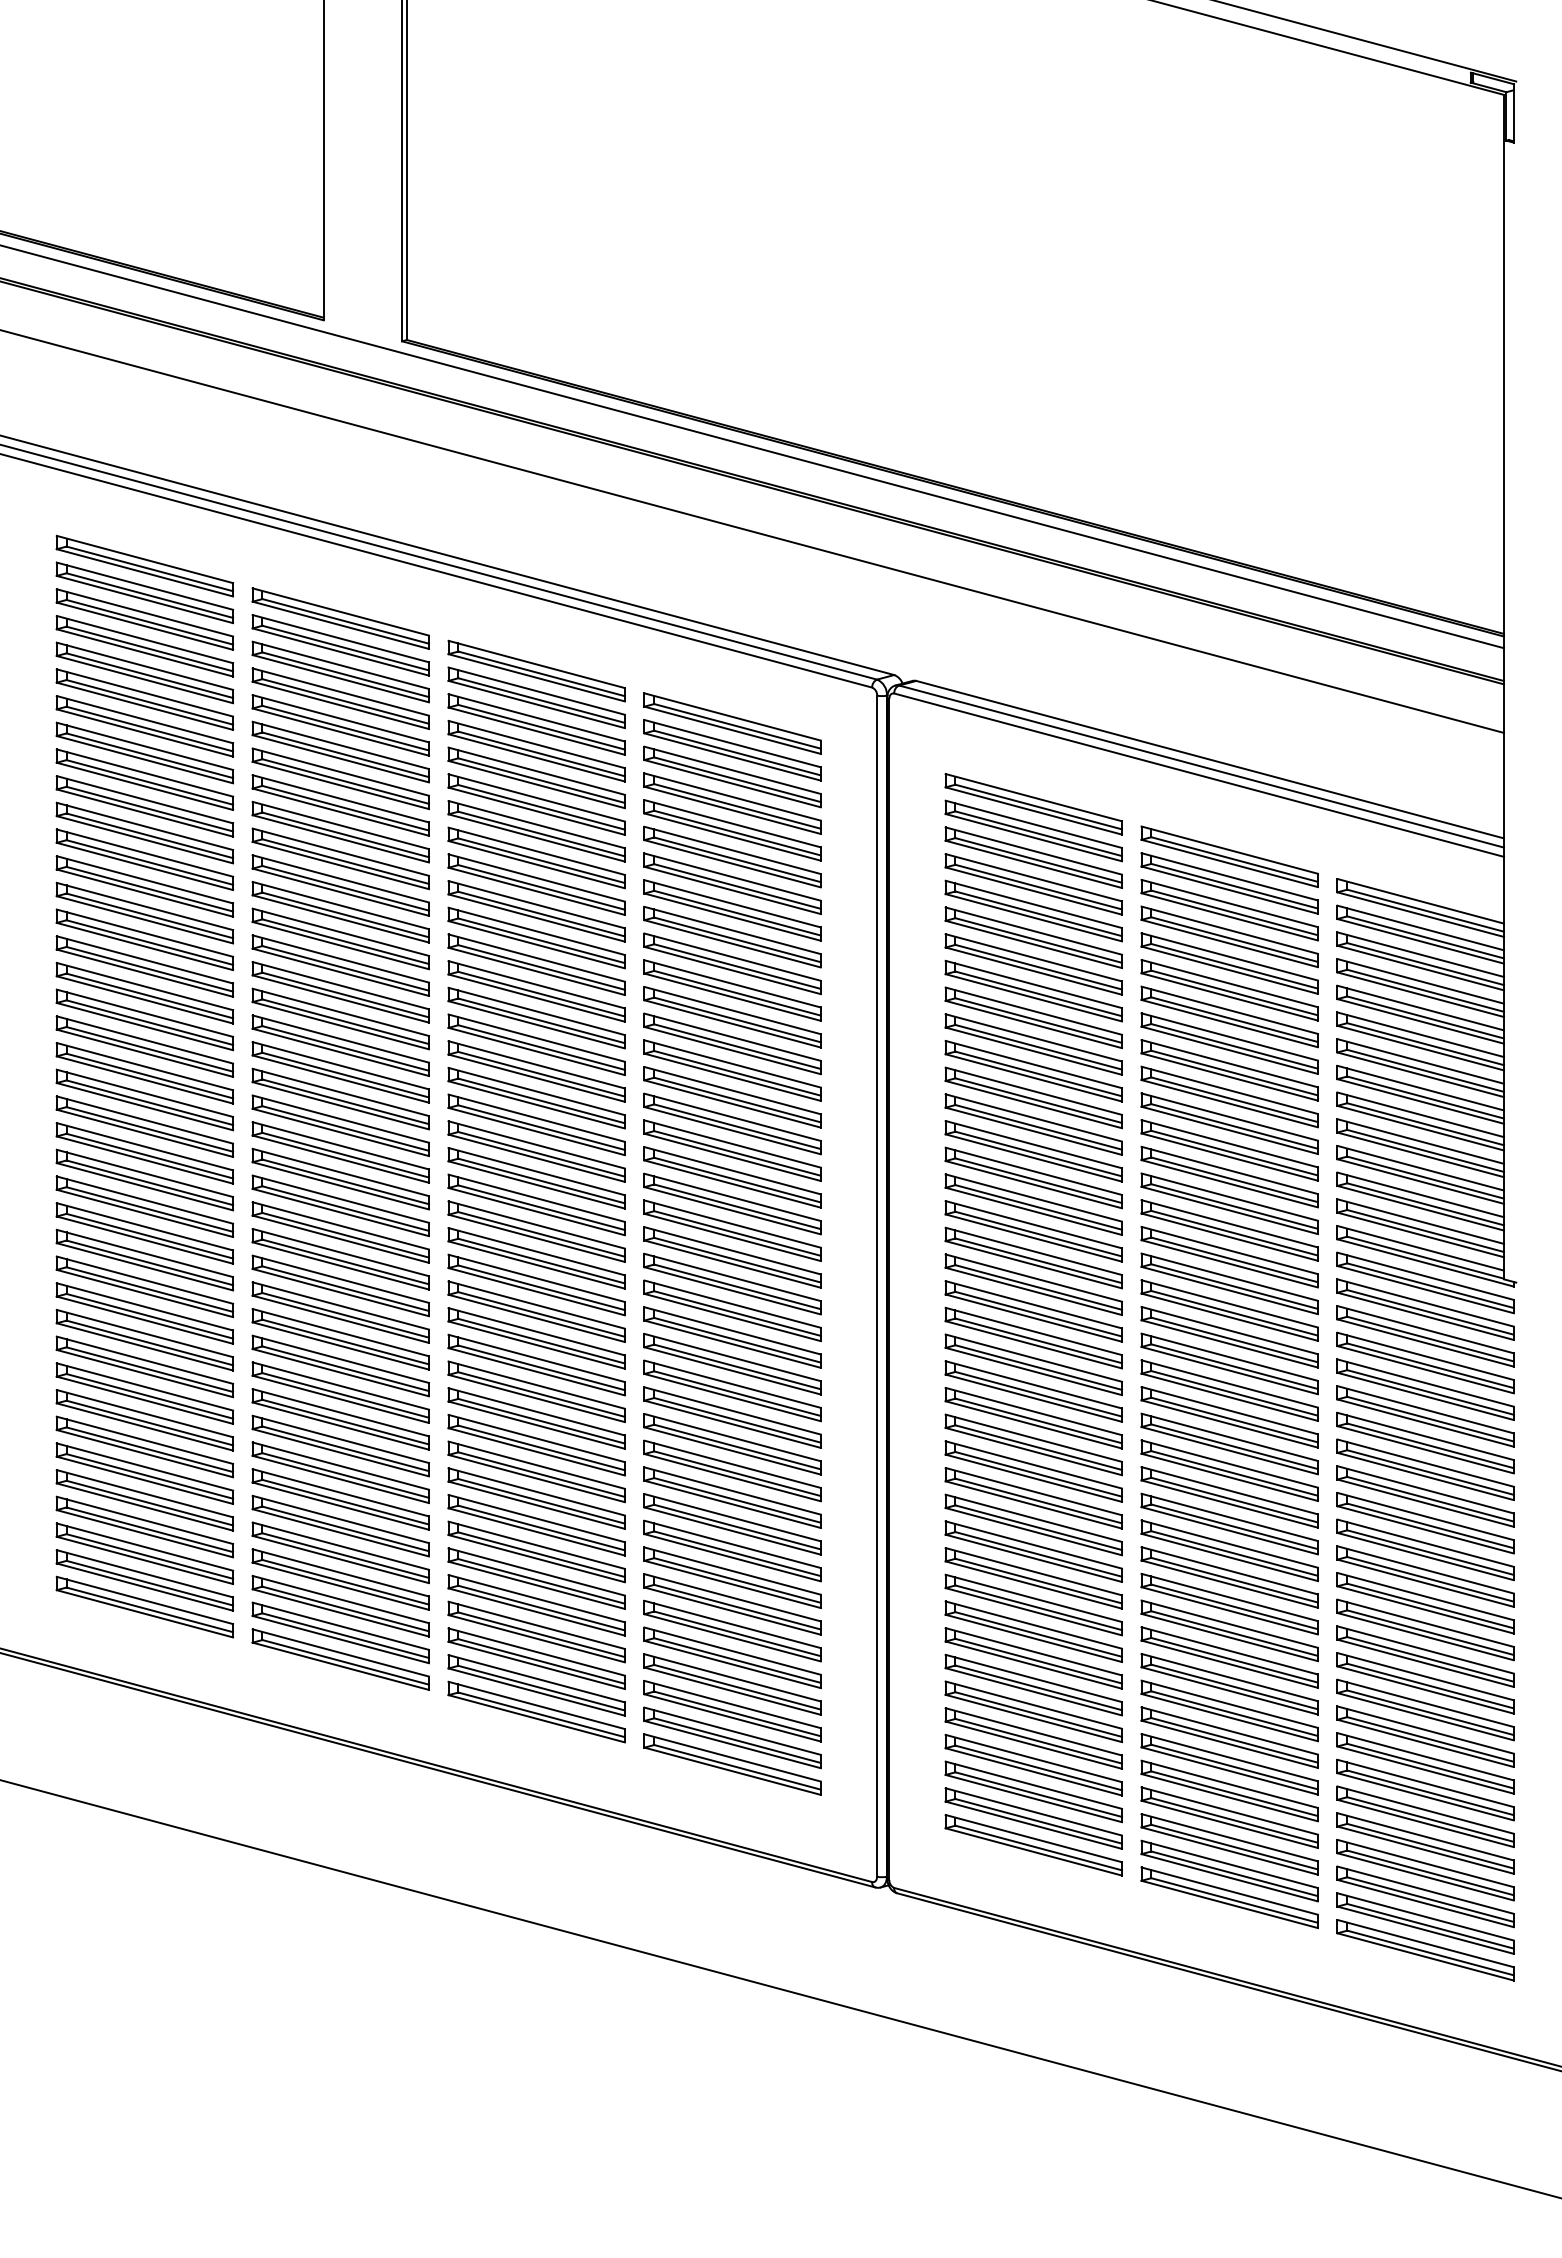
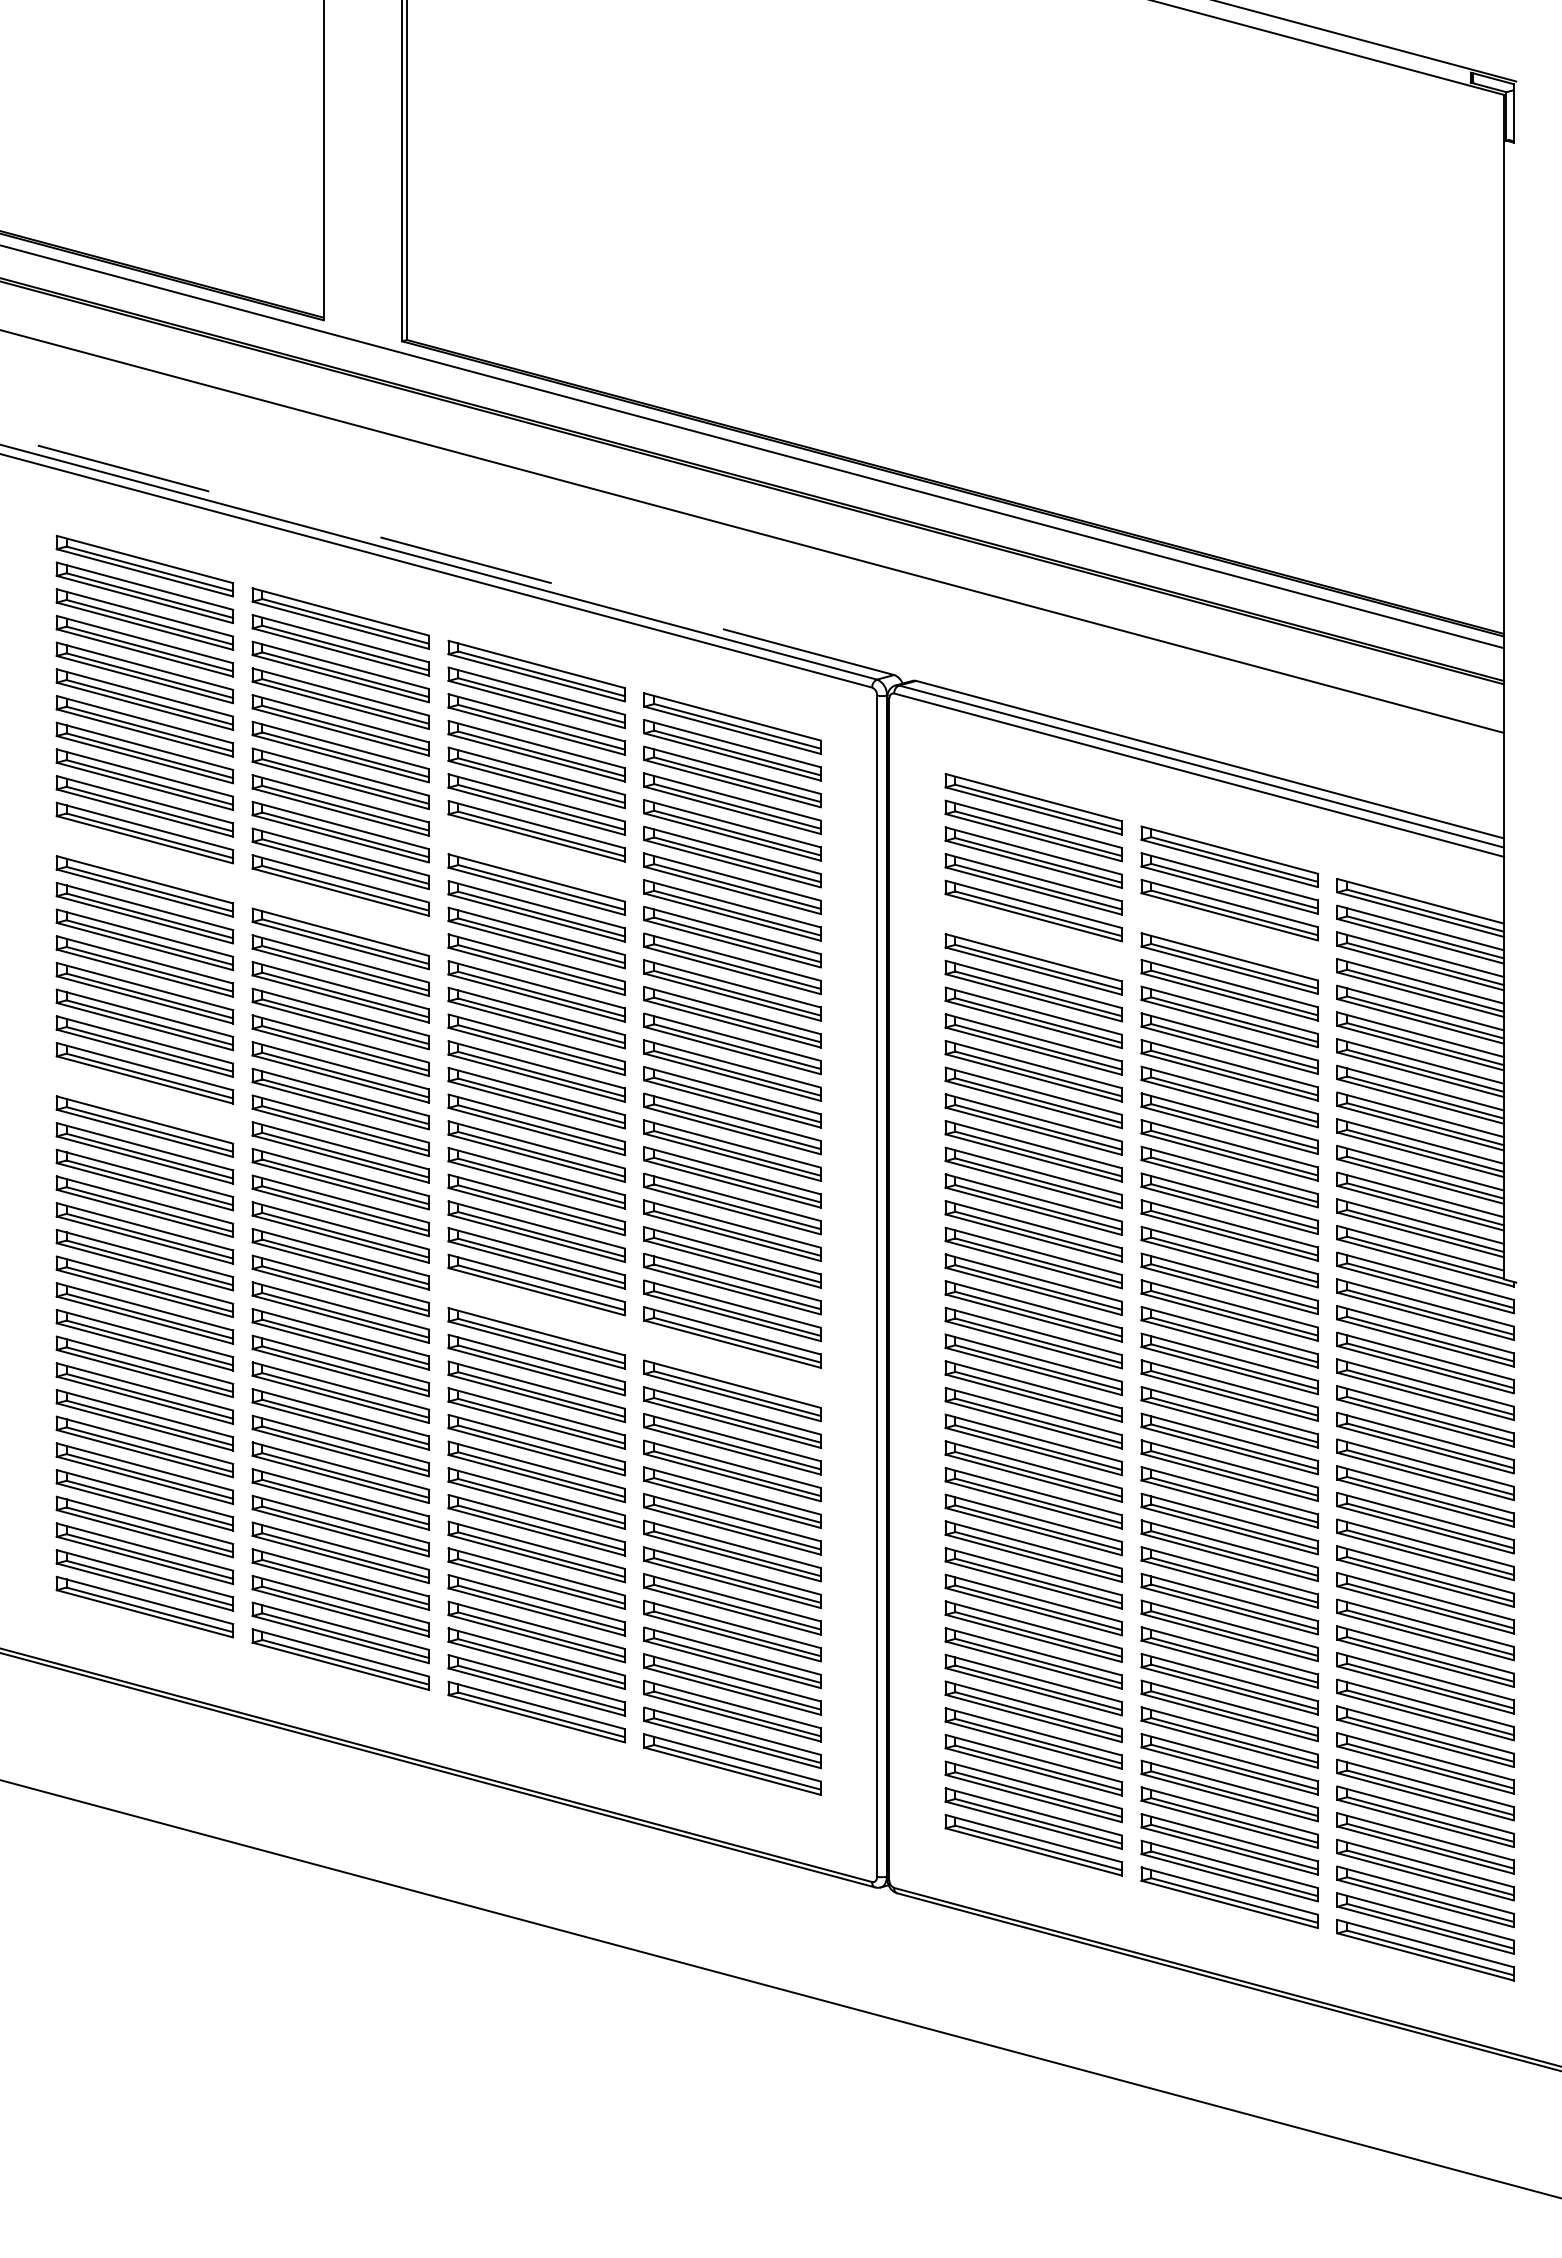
line at (447, 555): solid -> dashed
part at (536, 857): present -> none
part at (144, 859): present -> none
part at (340, 912): present -> none
part at (1229, 936): present -> none
part at (1033, 937): present -> none
part at (144, 1099): present -> none
part at (536, 1311): present -> none
part at (732, 1364): present -> none
